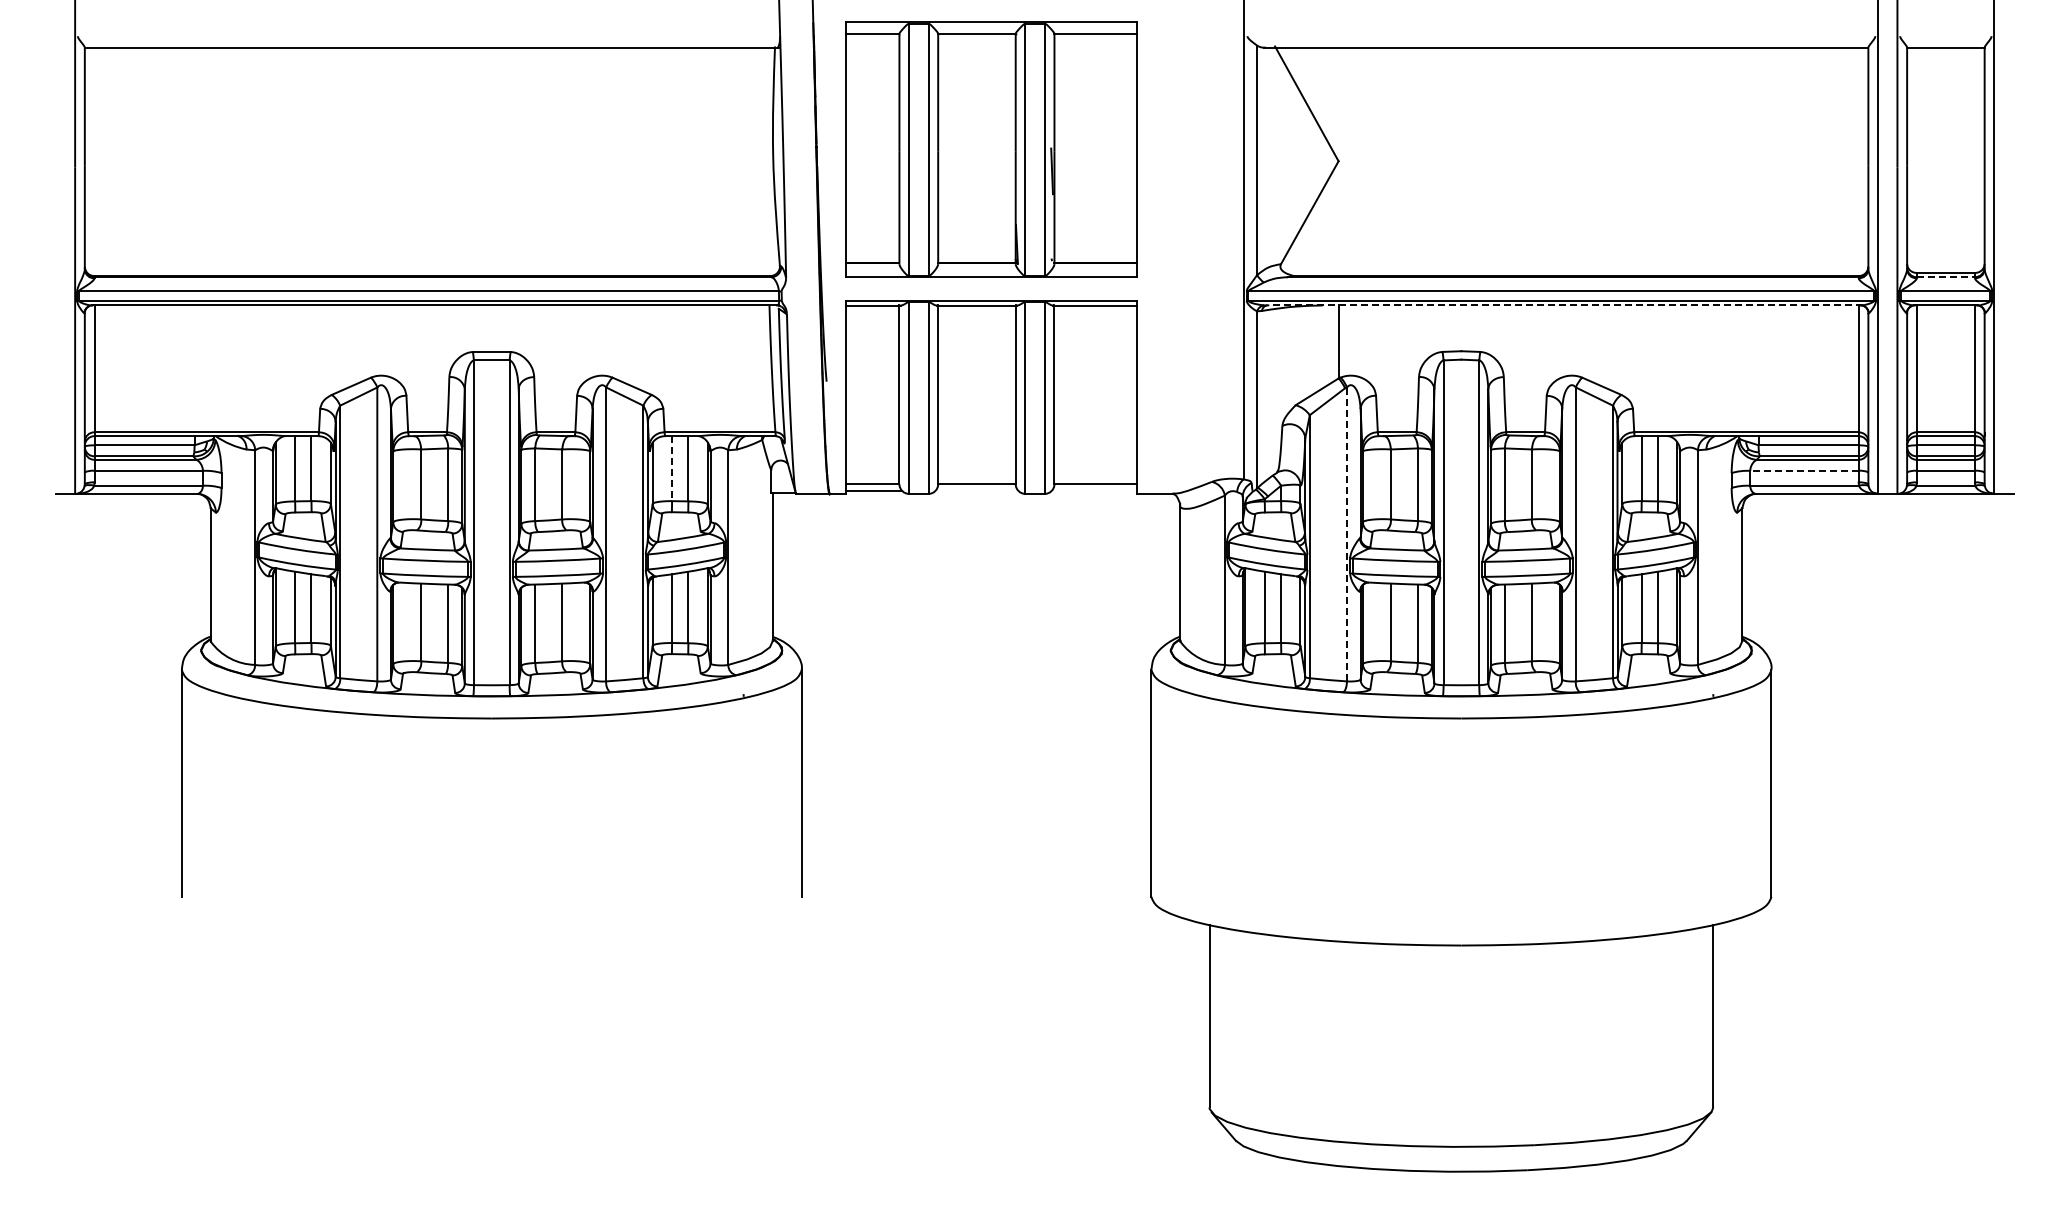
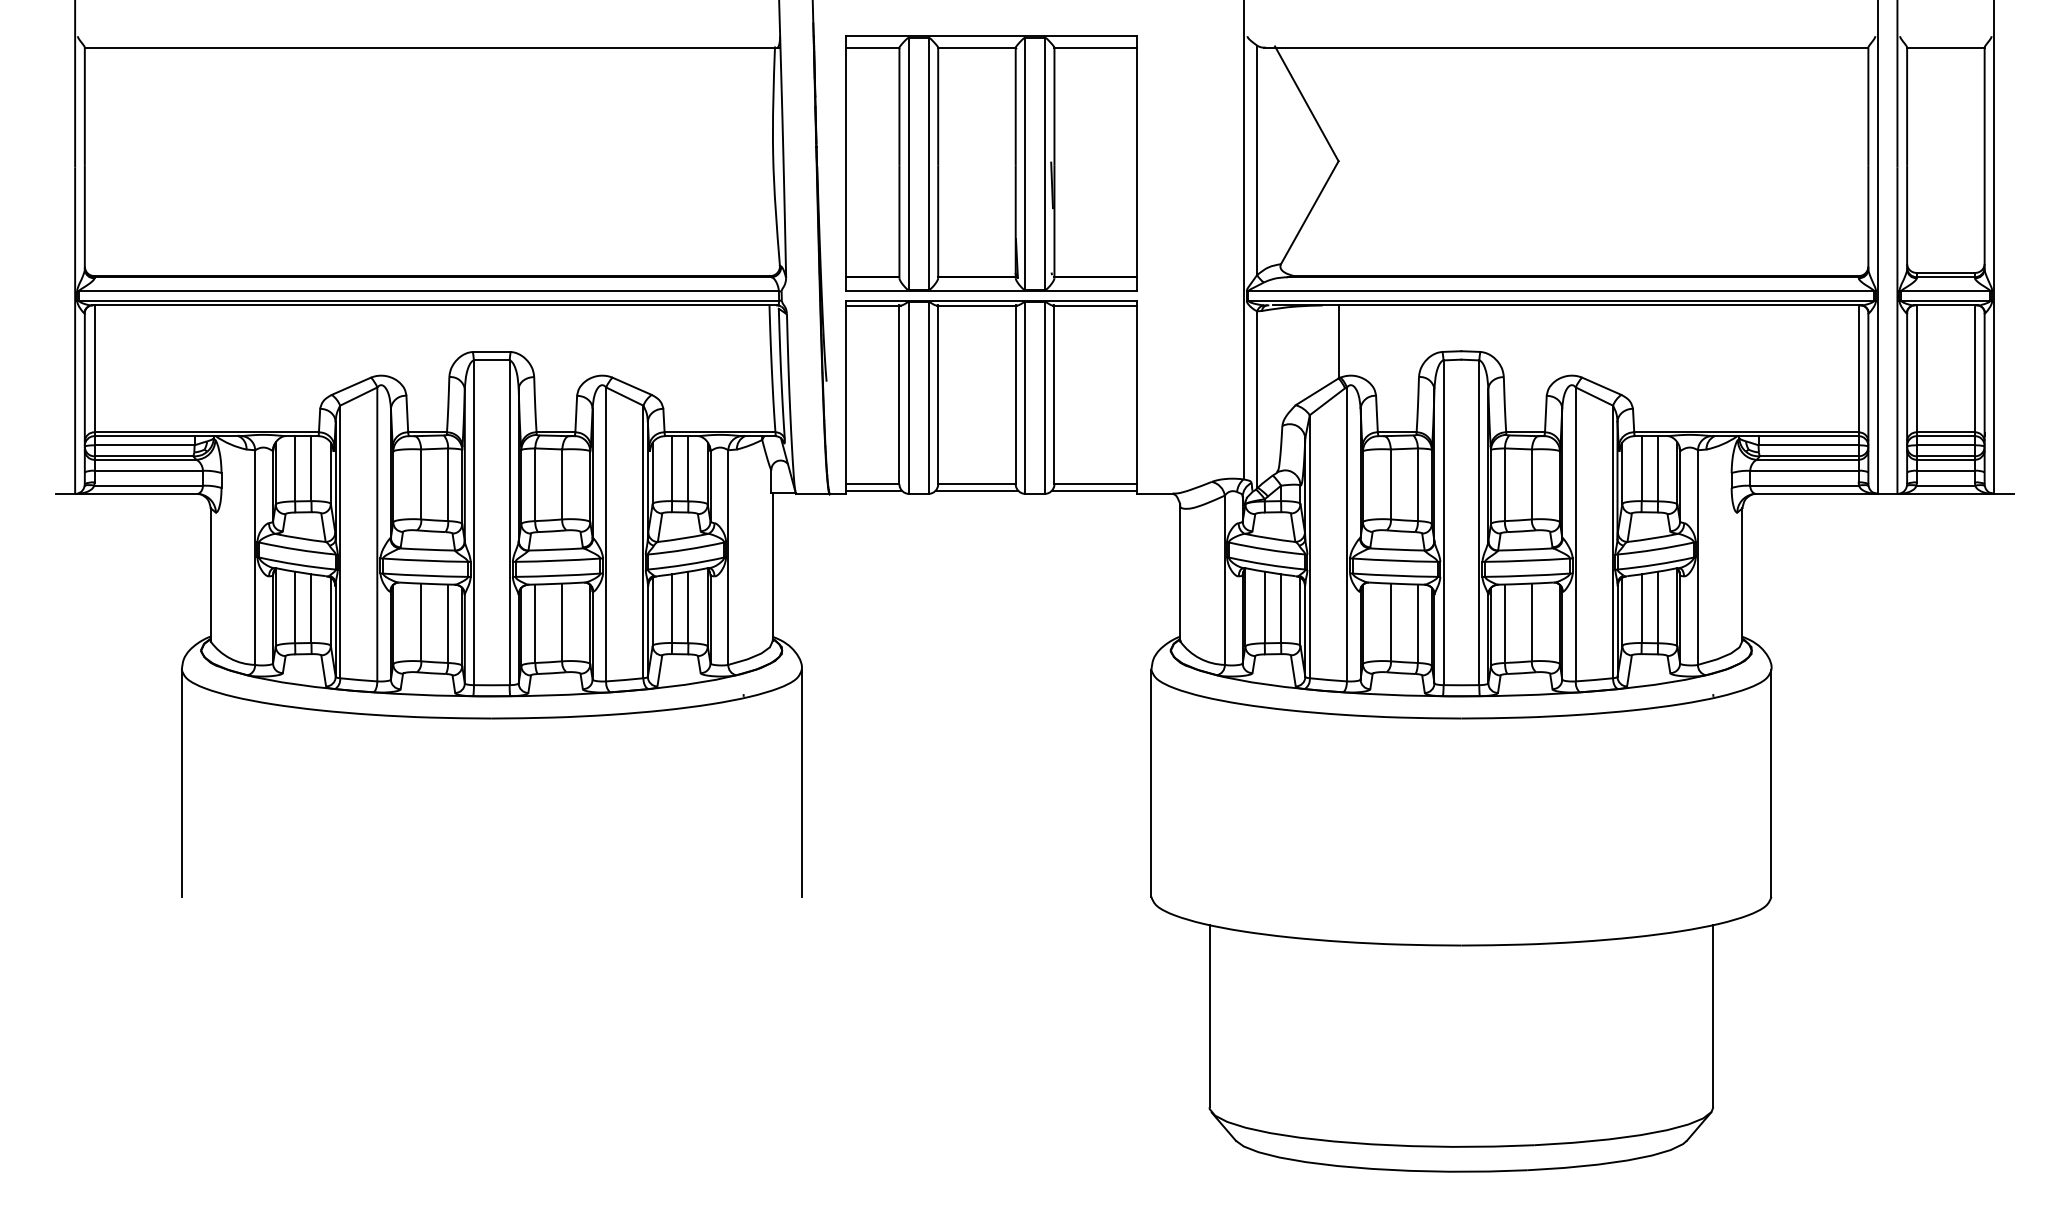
part at (991, 149) position: (991, 149) -> (991, 163)
line at (1946, 277): dashed -> solid
line at (1567, 305): dashed -> solid
line at (672, 469): dashed -> solid
line at (1803, 470): dashed -> solid
line at (976, 490): none -> present
line at (1093, 490): none -> present
line at (1346, 534): dashed -> solid
